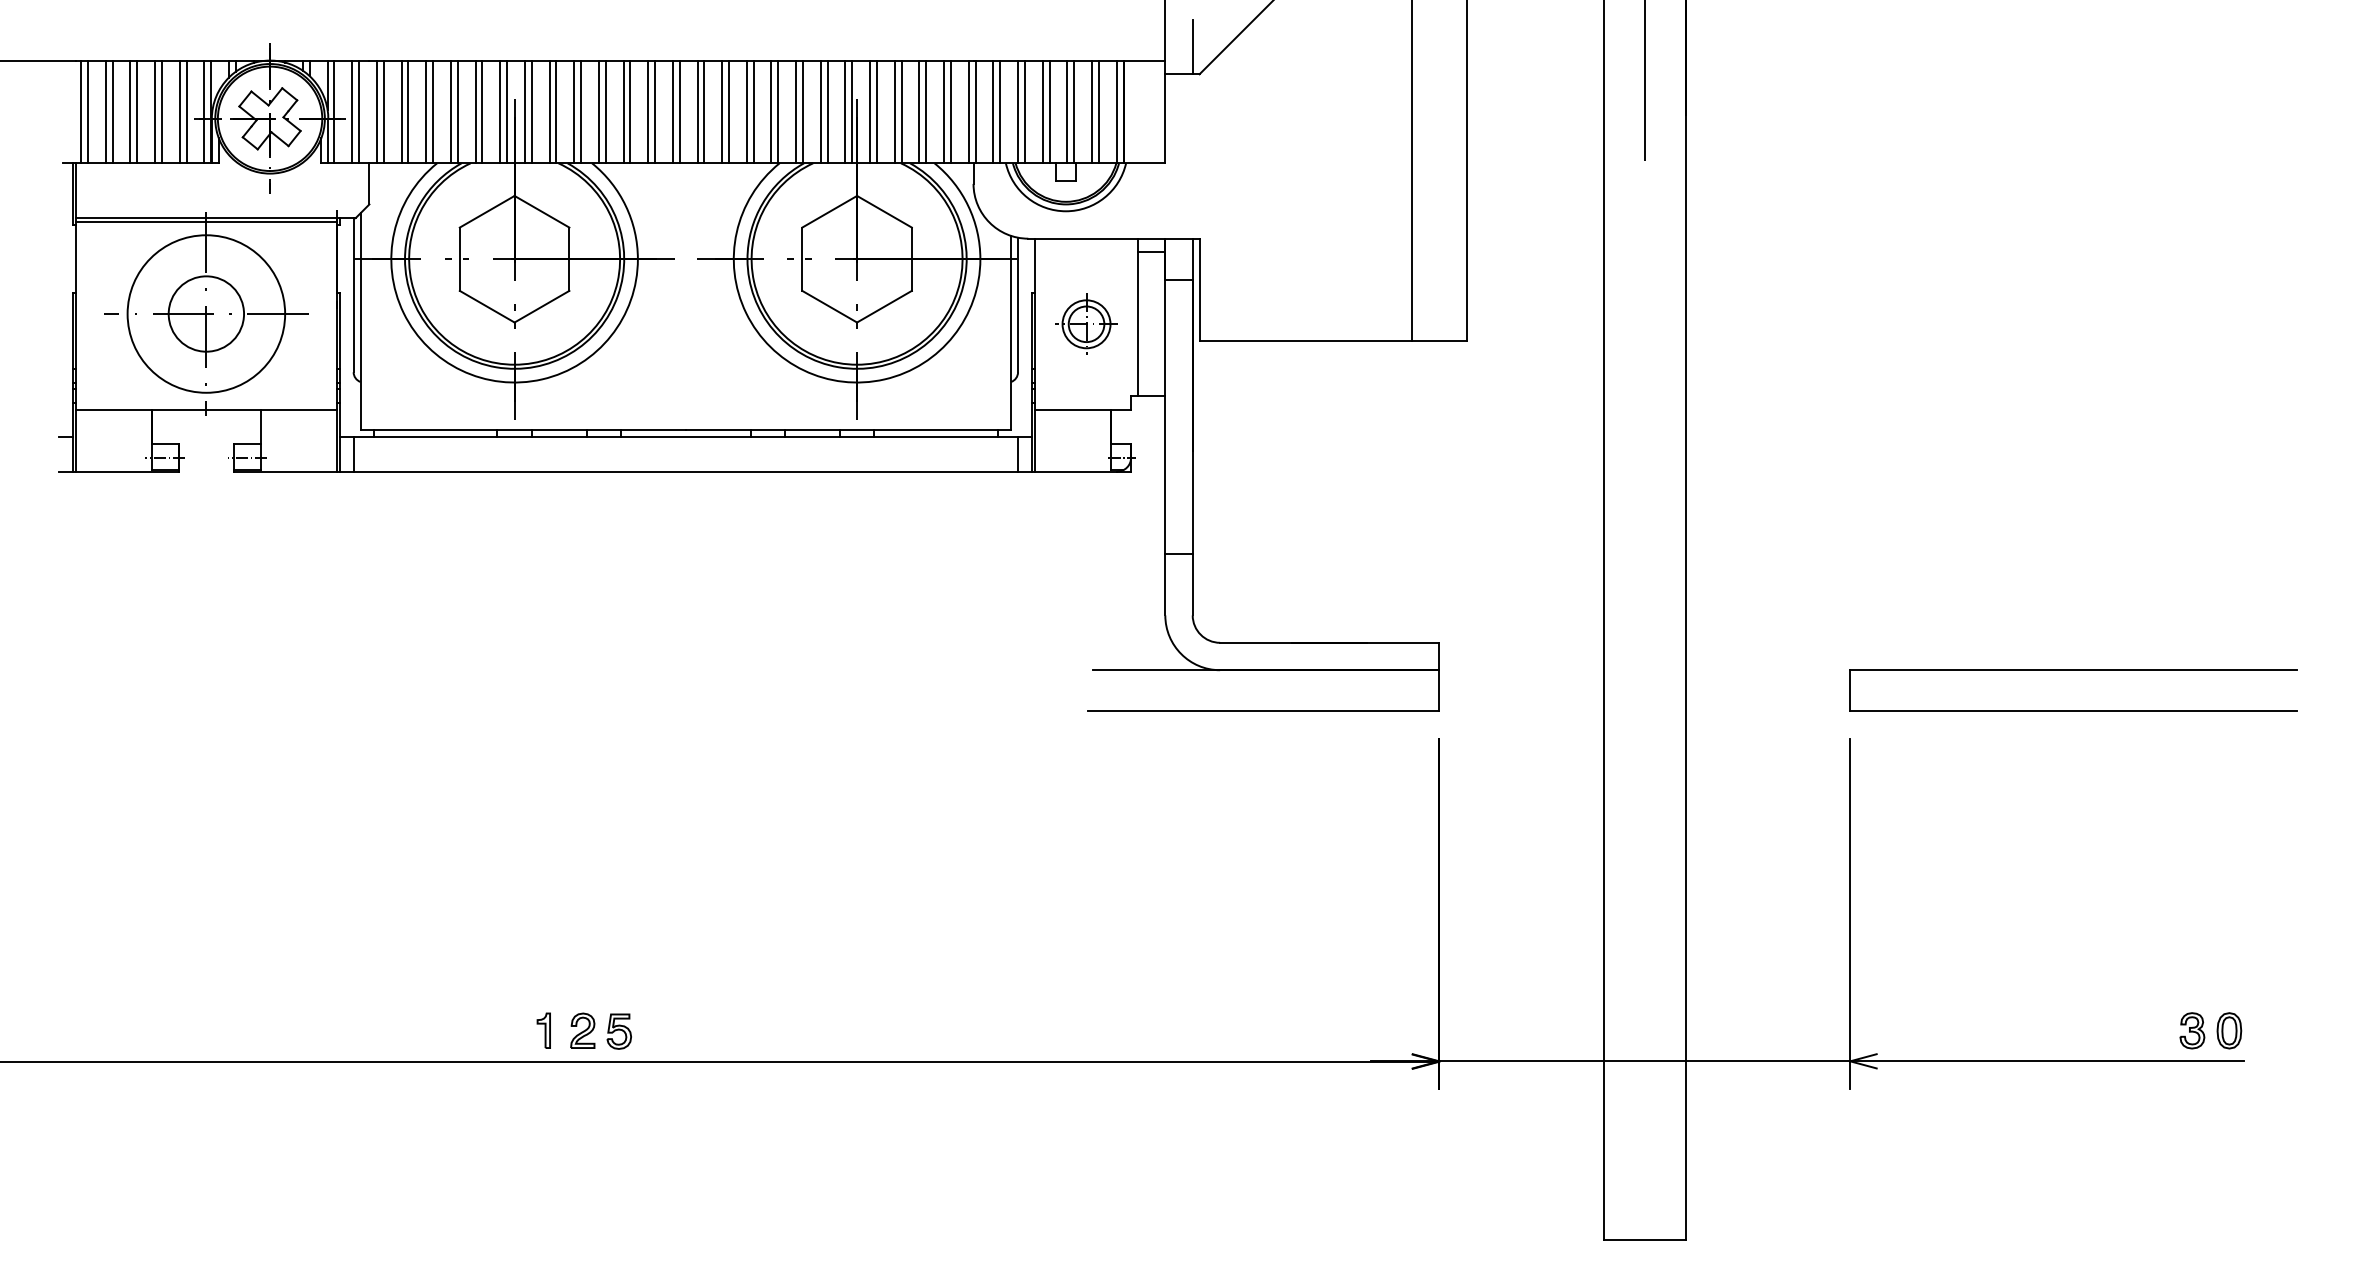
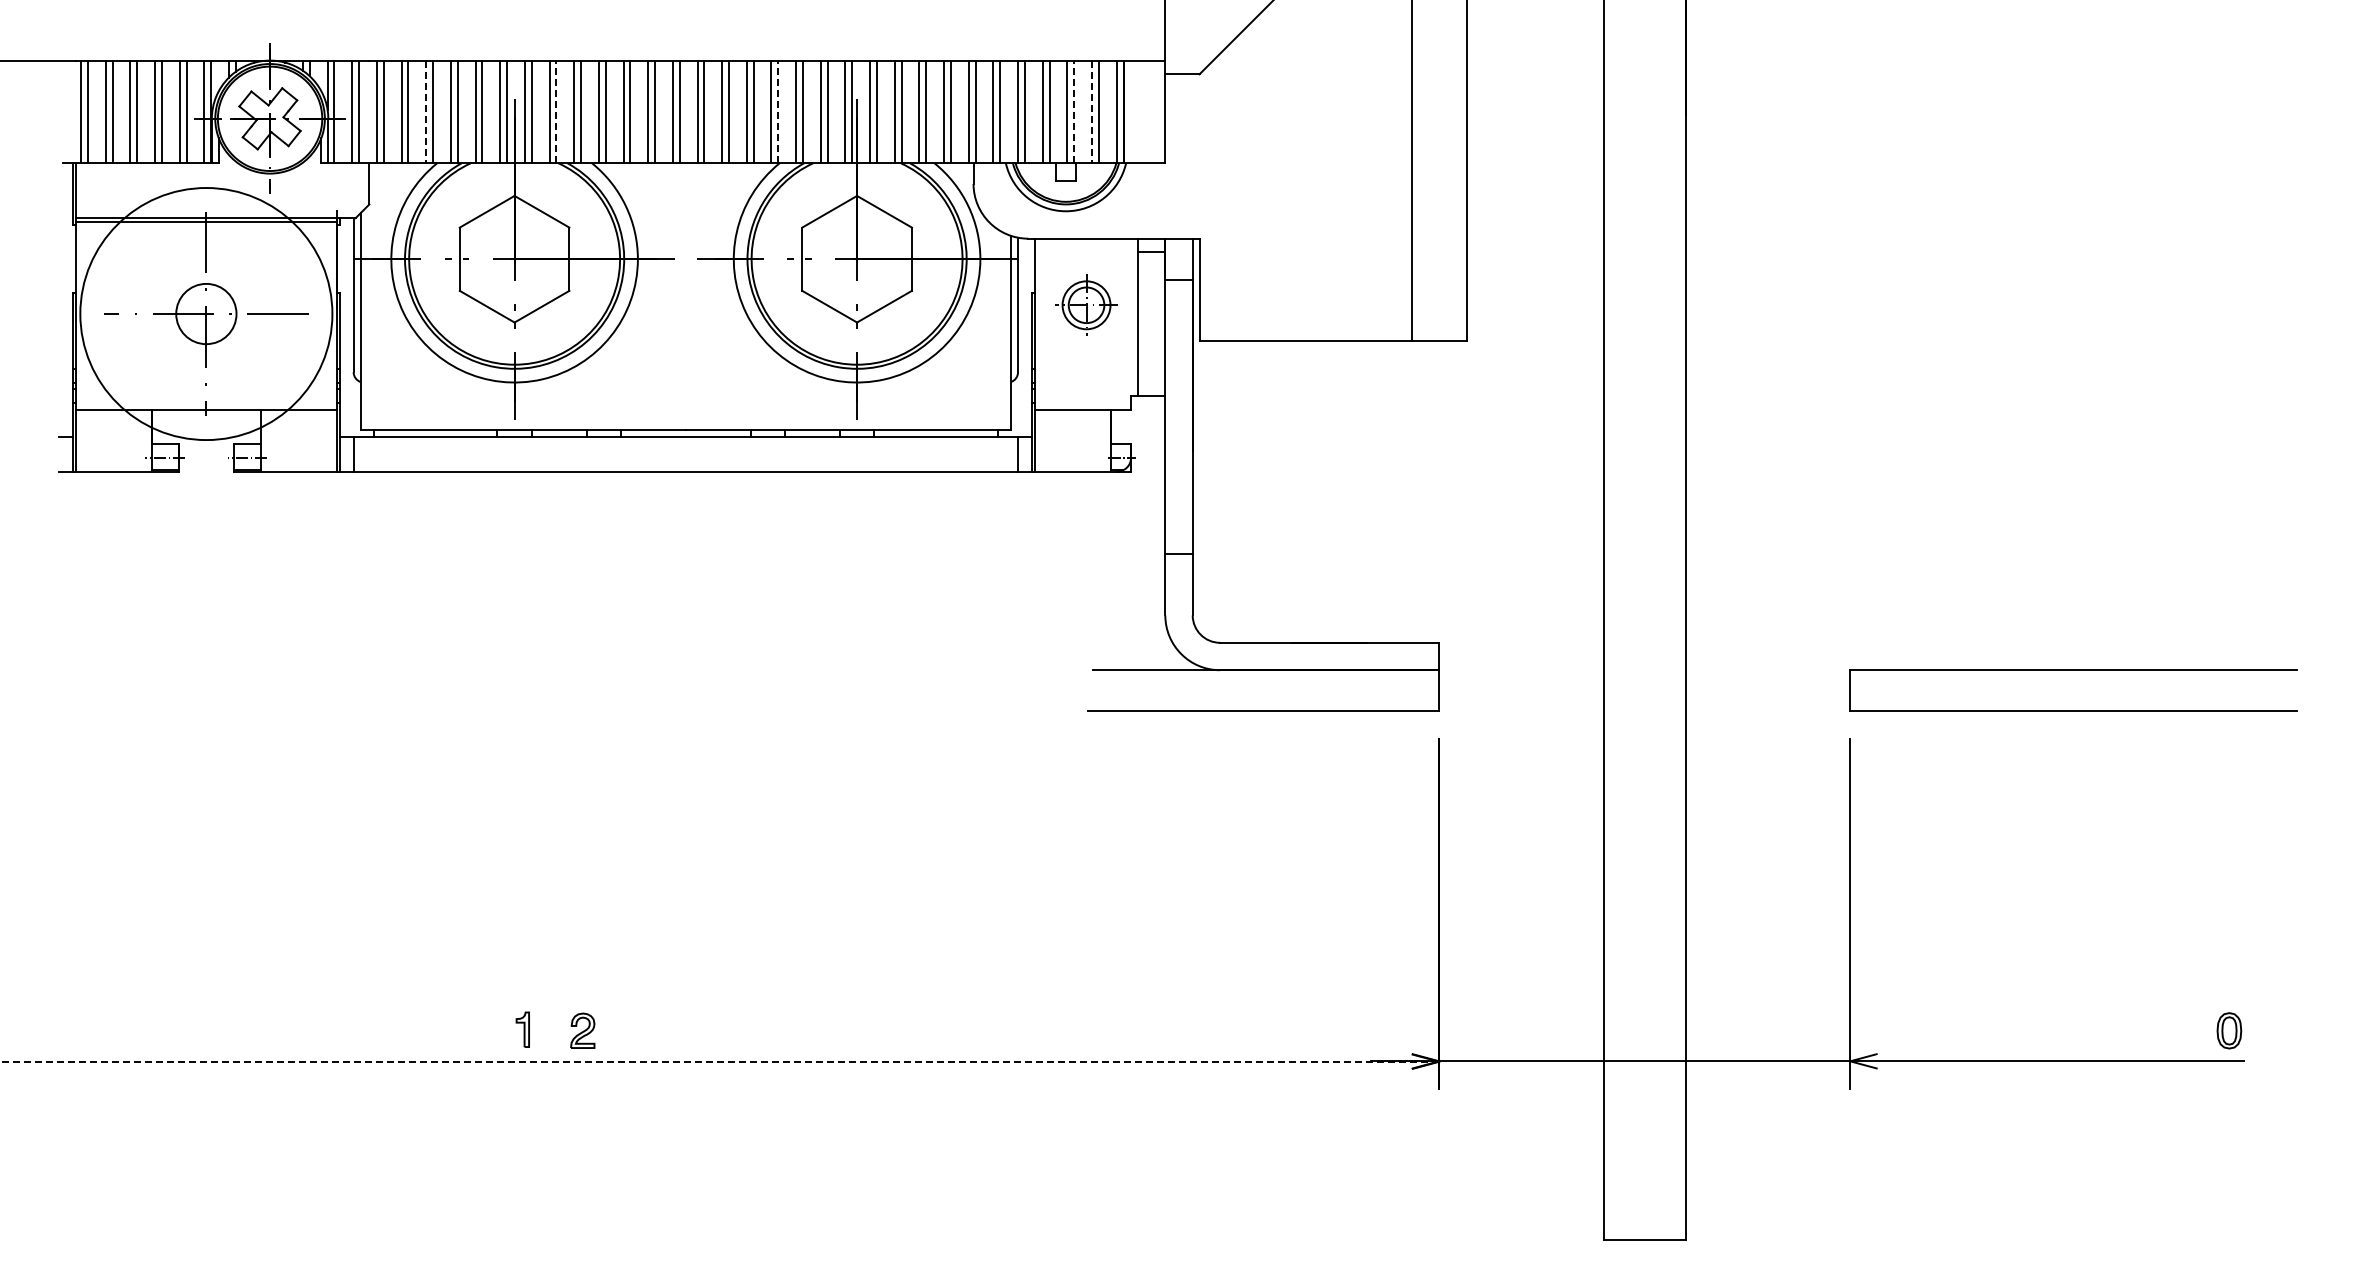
line at (1192, 46): present -> none
line at (1644, 81): present -> none
line at (556, 111): solid -> dashed
line at (778, 111): solid -> dashed
line at (1074, 111): solid -> dashed
line at (426, 112): solid -> dashed
line at (1092, 112): solid -> dashed
circle at (206, 313) diameter: 158 px -> 252 px
circle at (206, 313) diameter: 75 px -> 60 px
part at (1086, 323) position: (1086, 323) -> (1086, 304)
part at (543, 1030) position: (543, 1030) -> (522, 1029)
part at (2192, 1030): present -> none
part at (618, 1031): present -> none
line at (720, 1061): solid -> dashed
